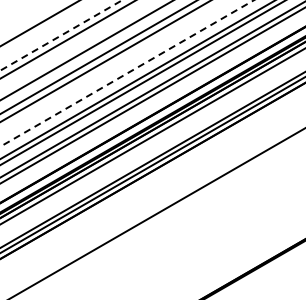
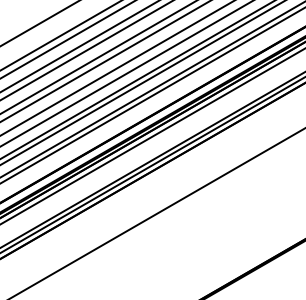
line at (61, 35): dashed -> solid
line at (79, 46): none -> present
line at (116, 68): none -> present
line at (127, 73): dashed -> solid
